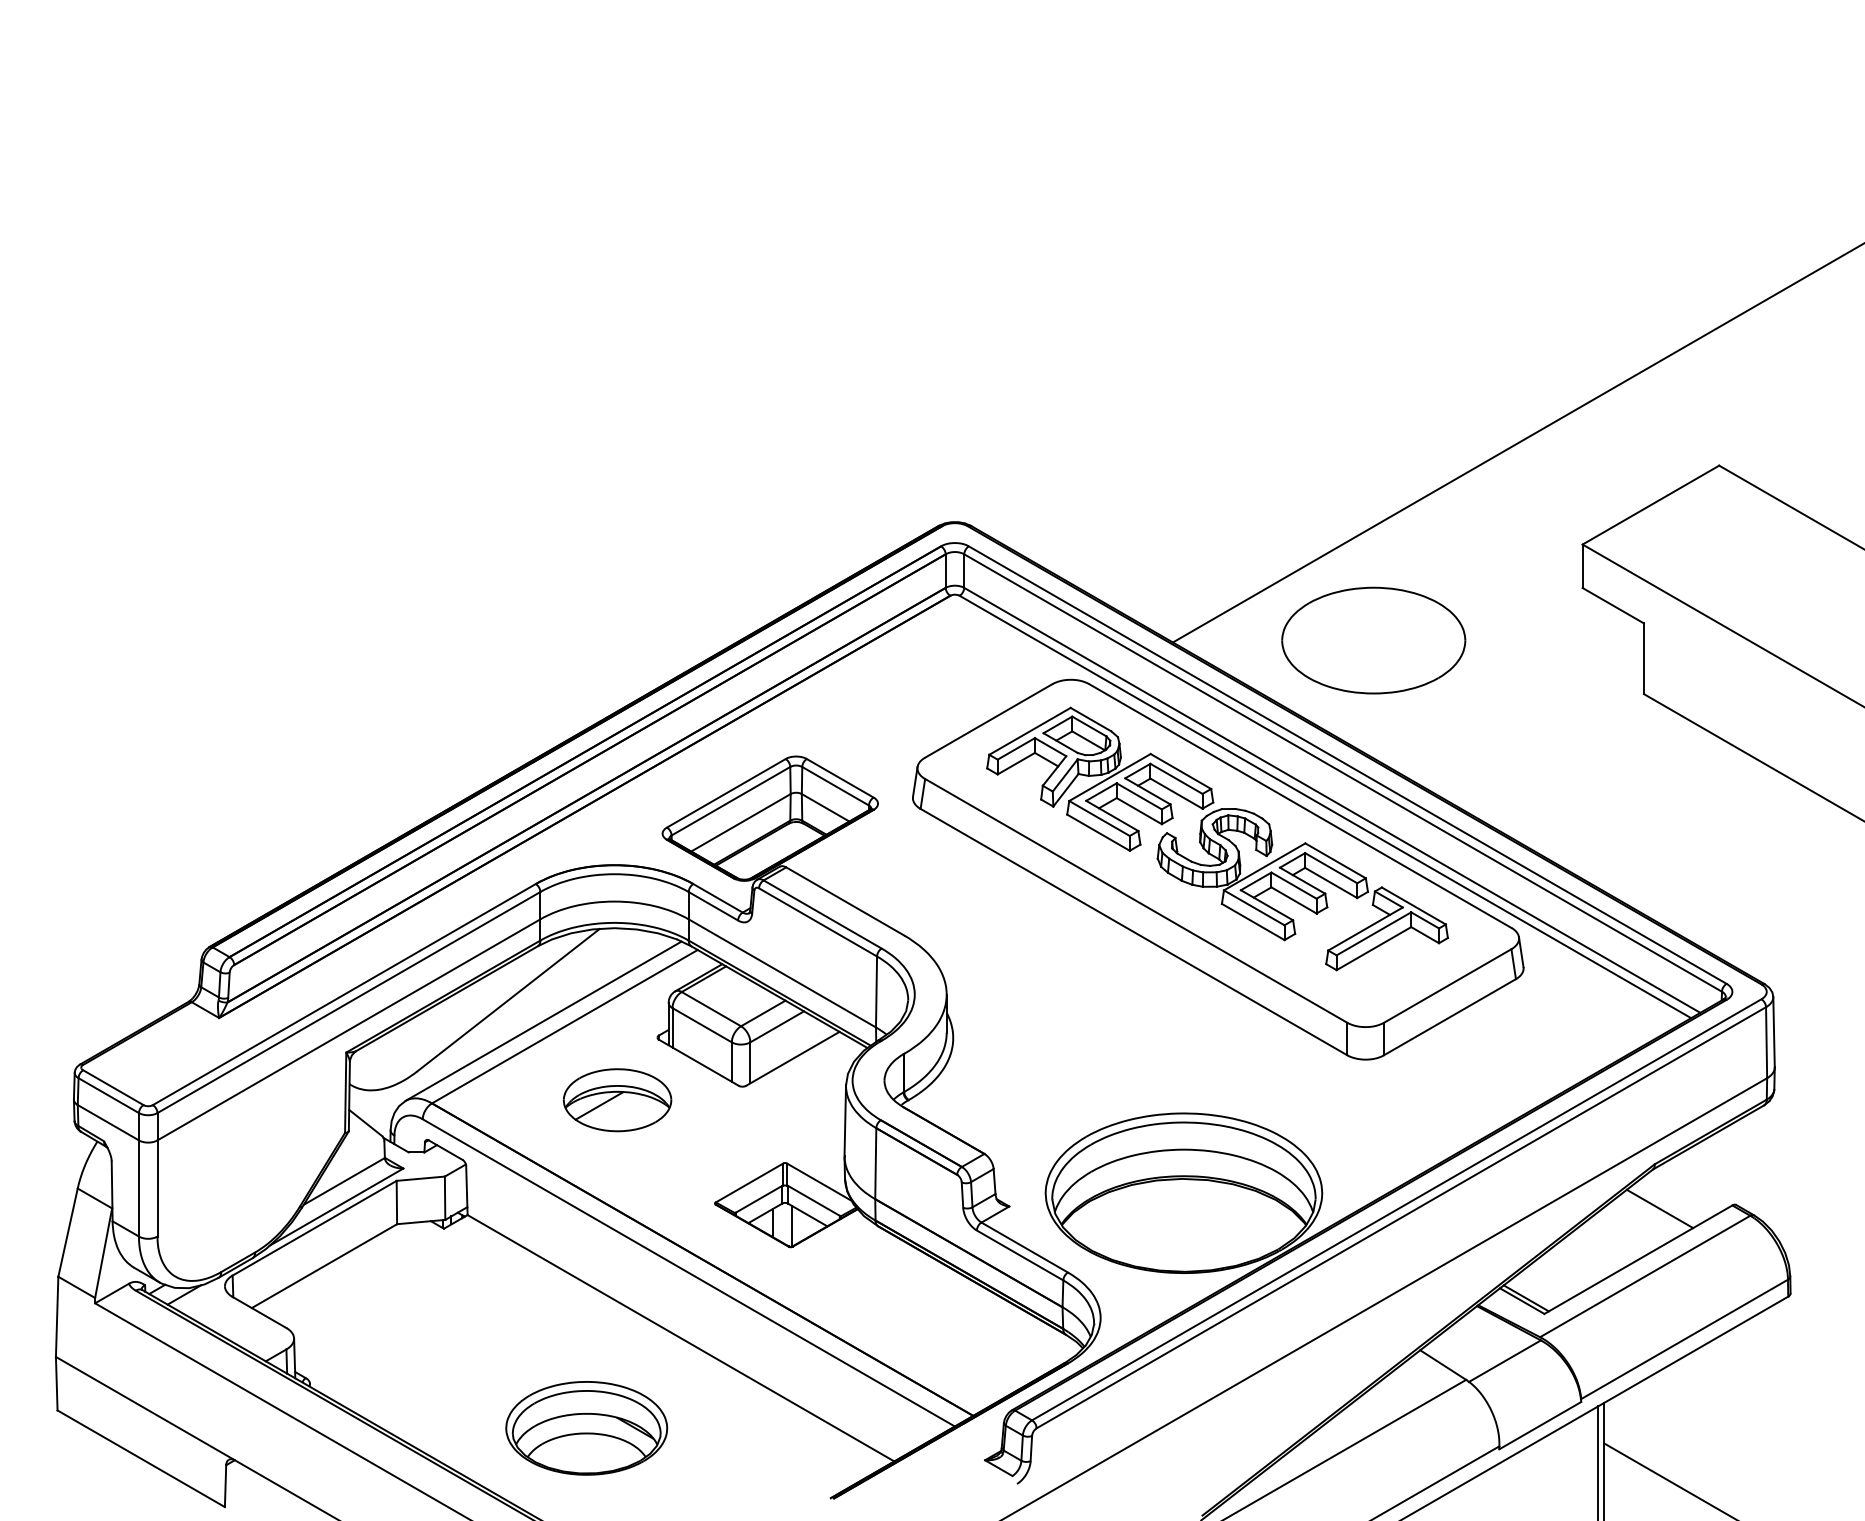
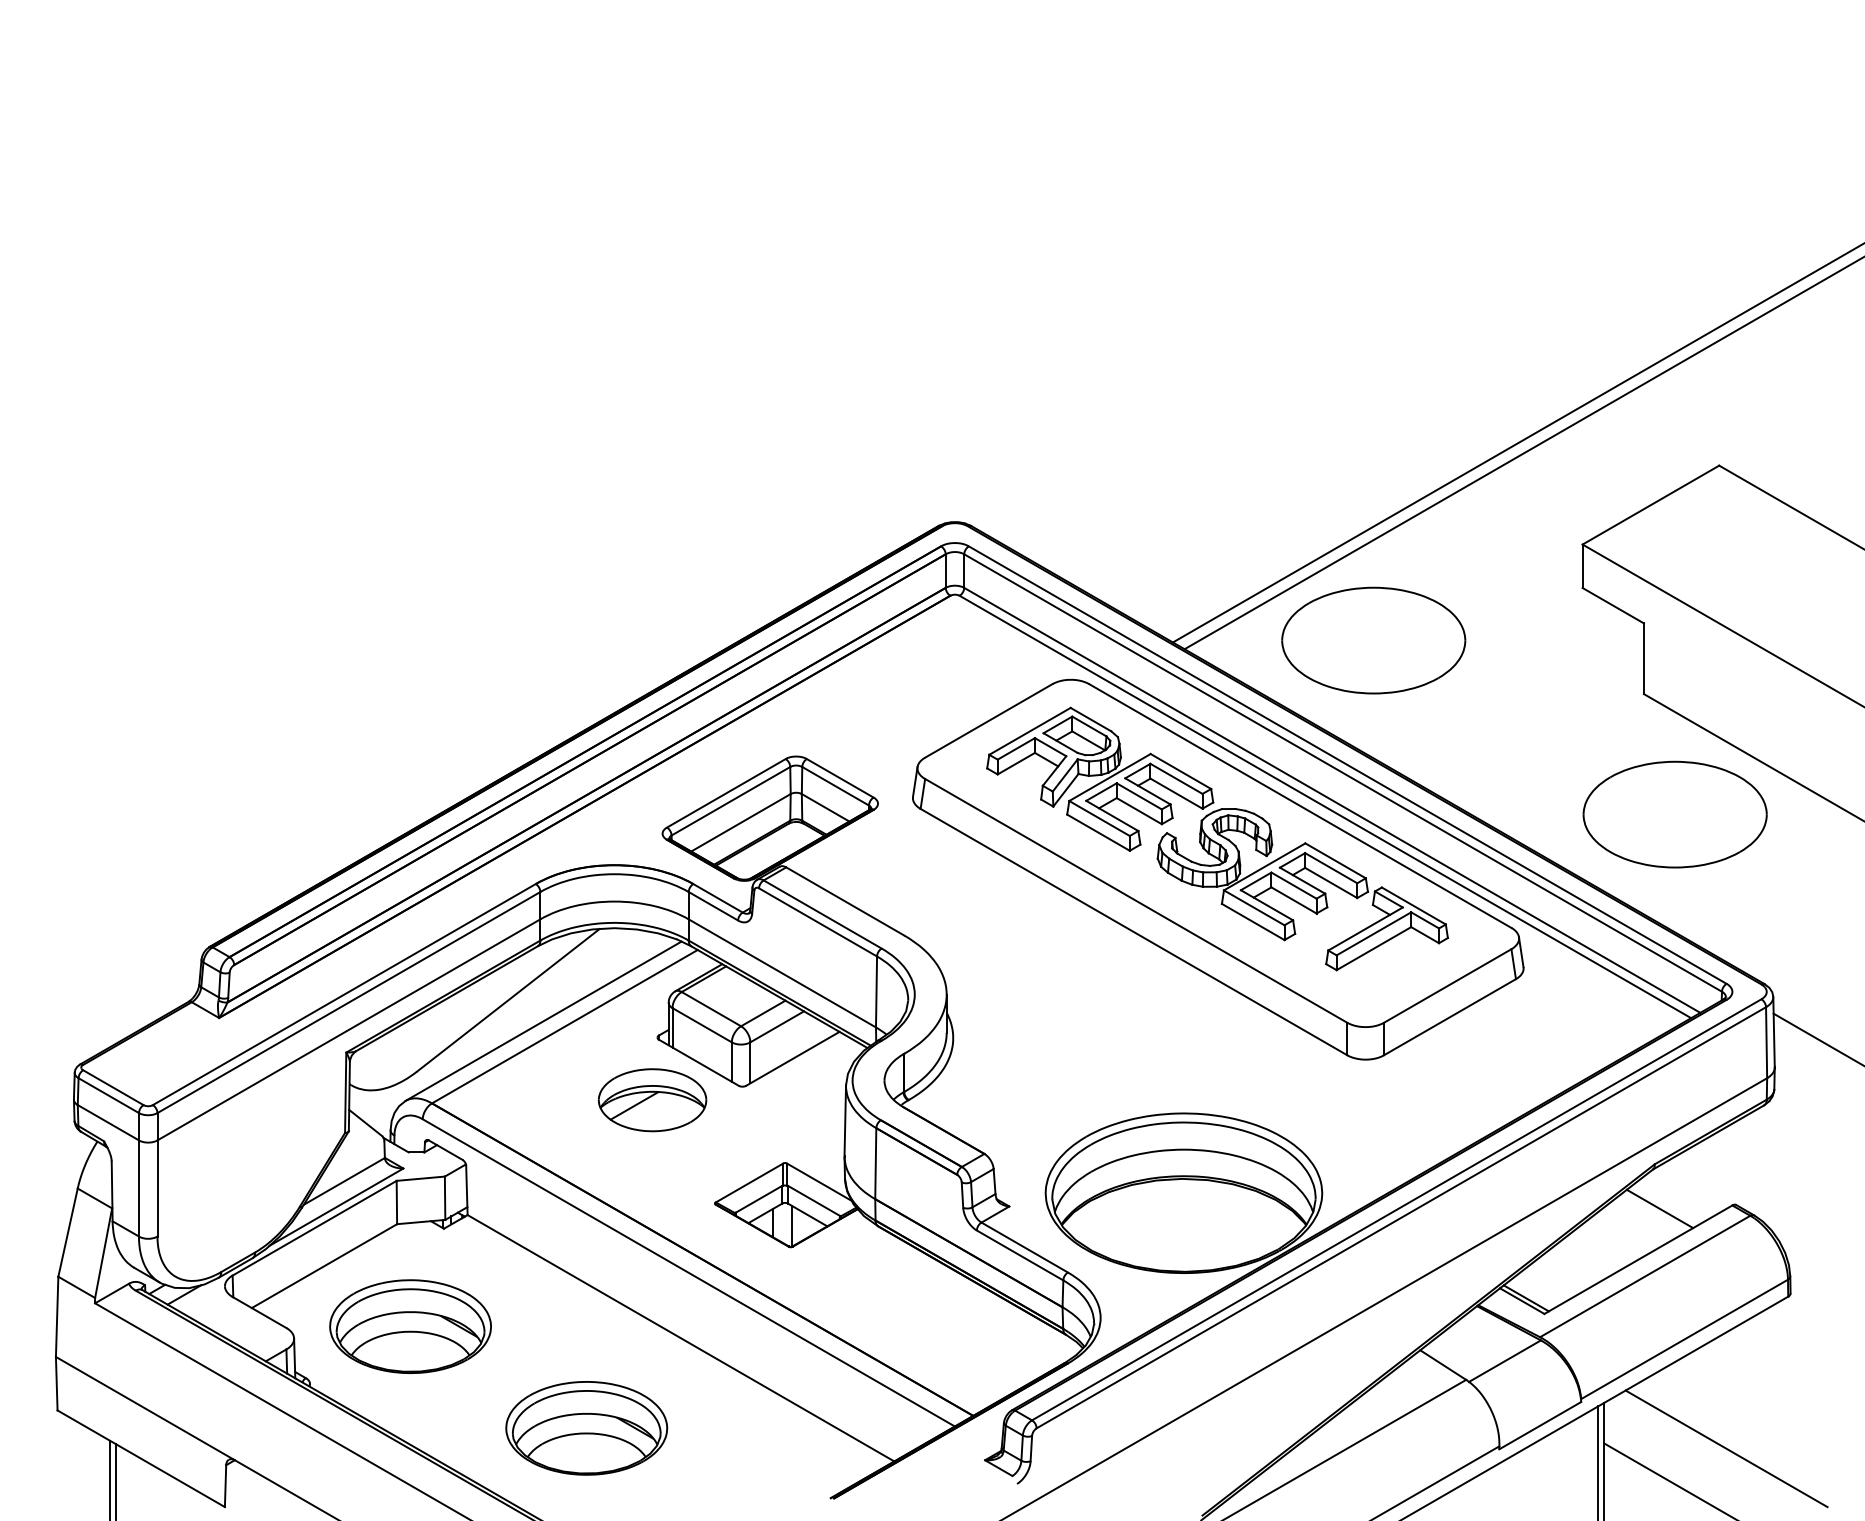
line at (1522, 453): none -> present
part at (1674, 814): none -> present
line at (1817, 1038): none -> present
part at (617, 1100) position: (617, 1100) -> (652, 1100)
part at (410, 1326): none -> present
line at (1726, 1448): none -> present
line at (109, 1478): none -> present
line at (115, 1480): none -> present
